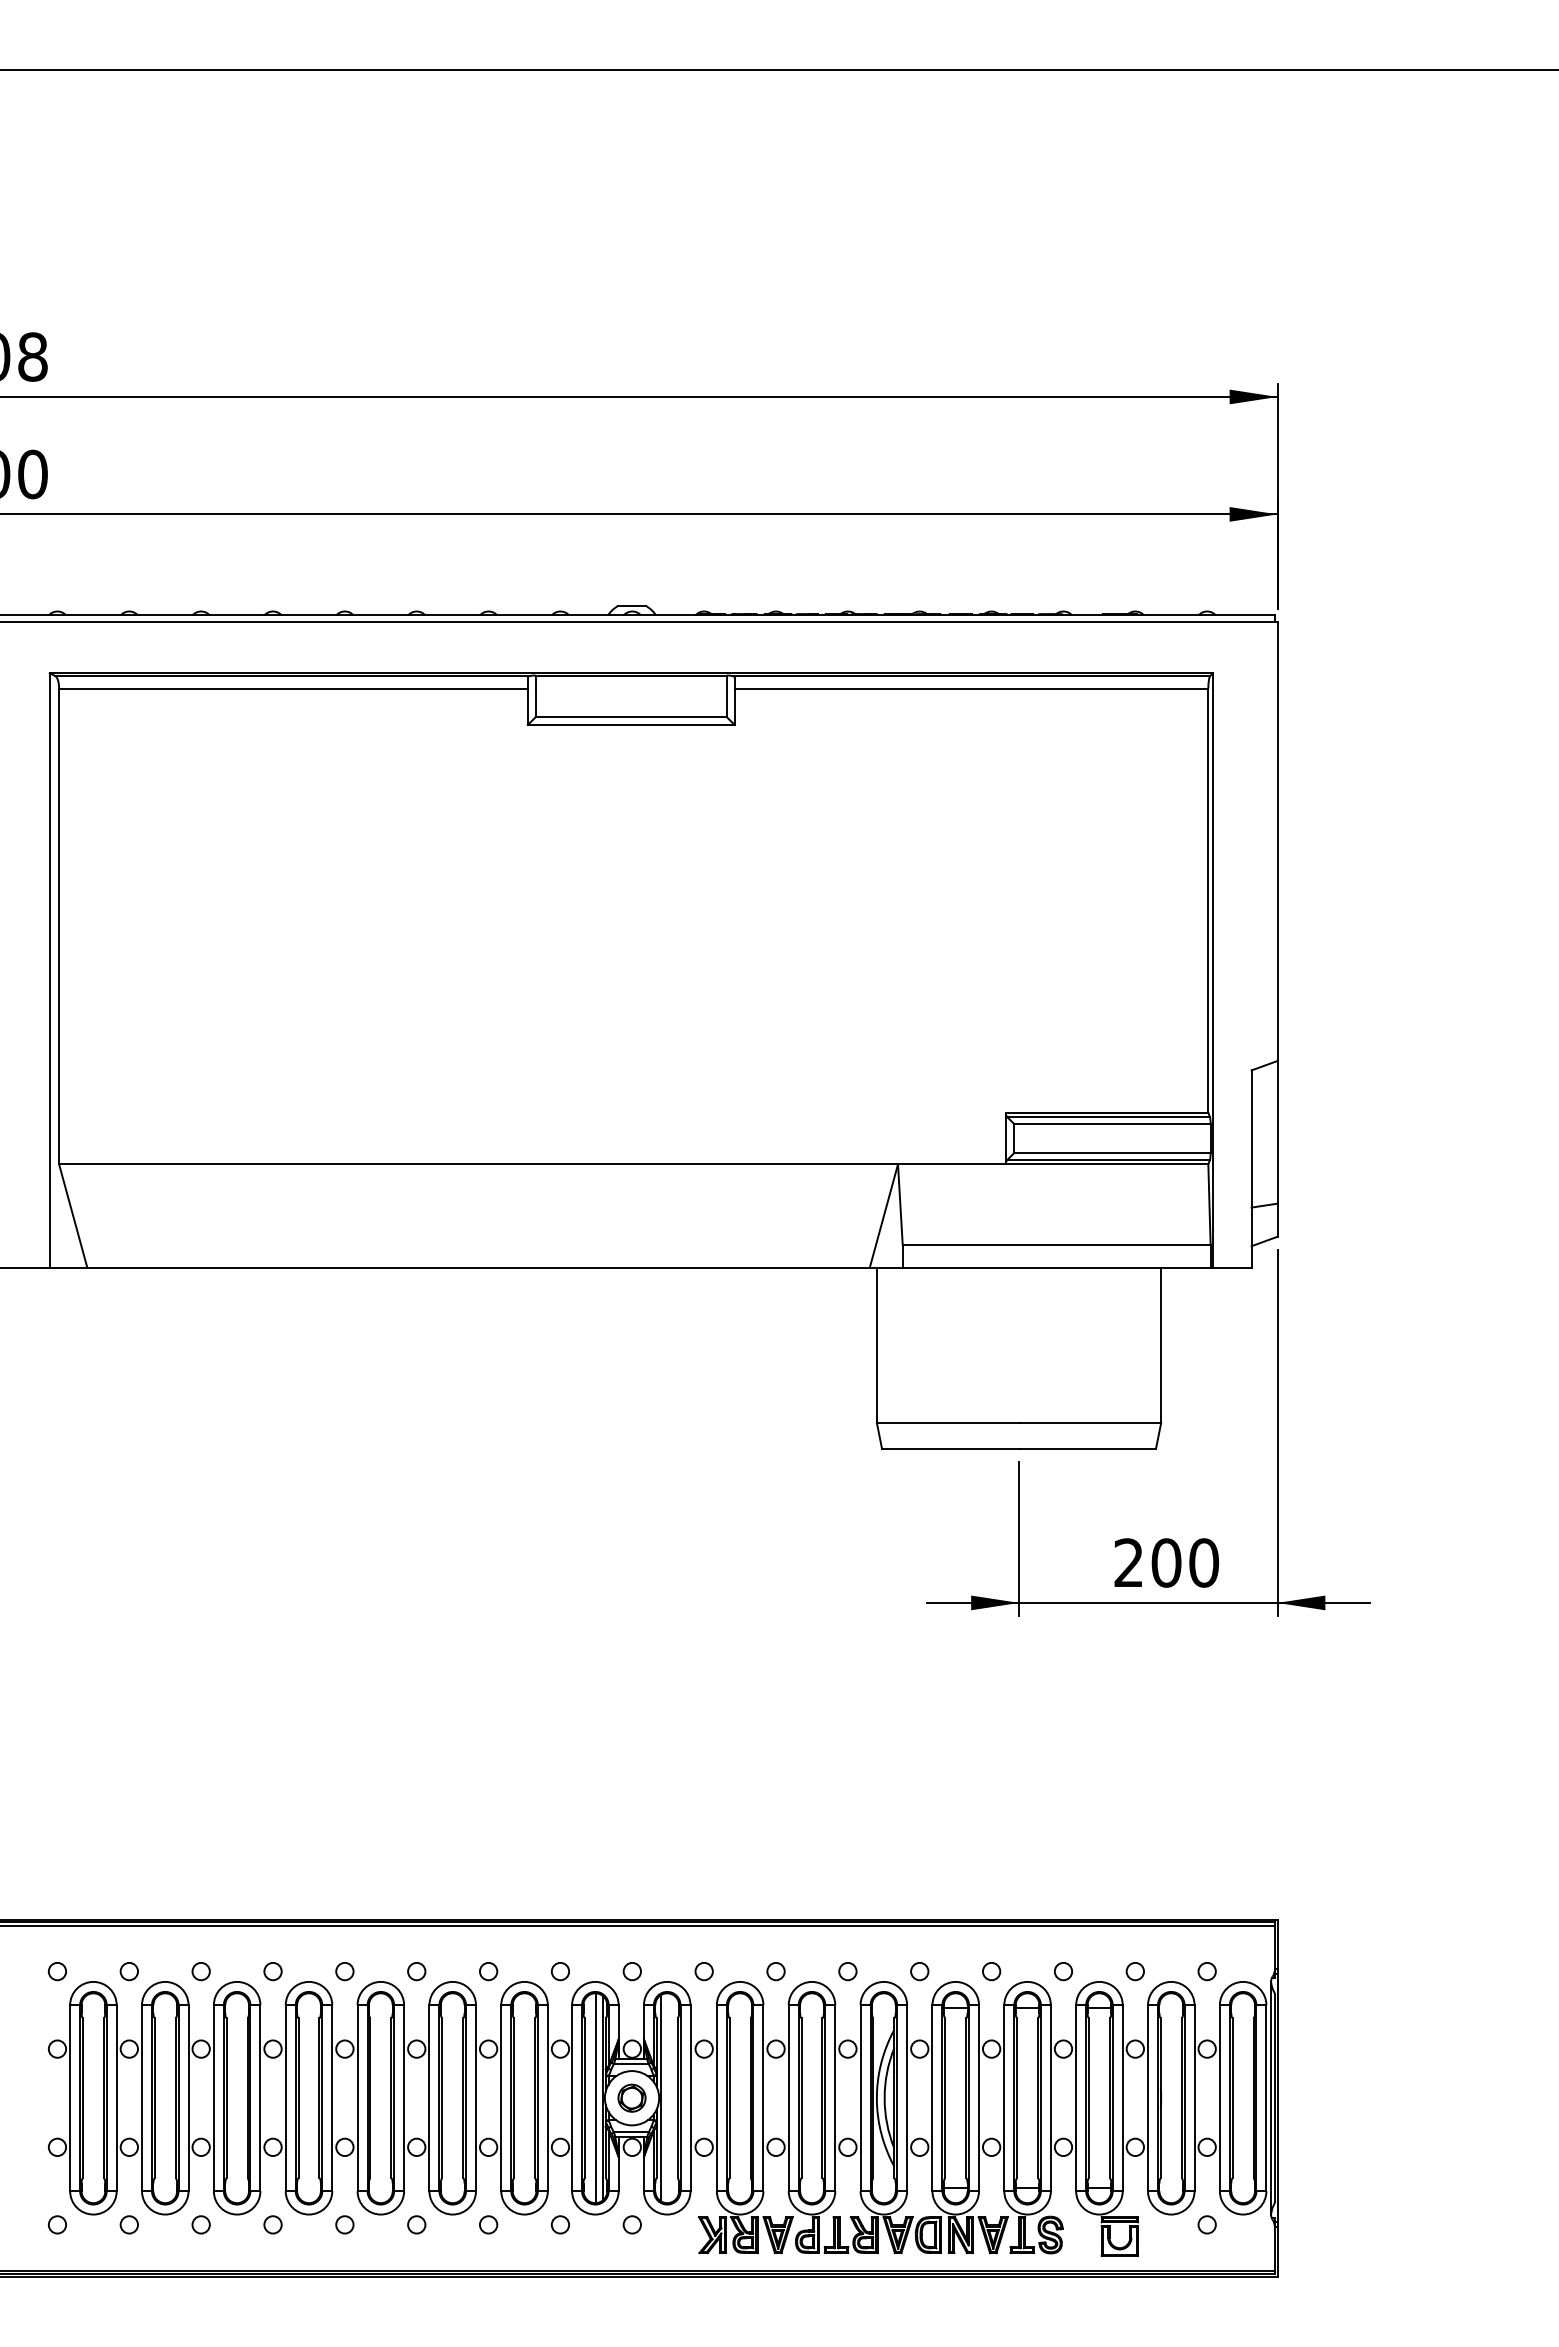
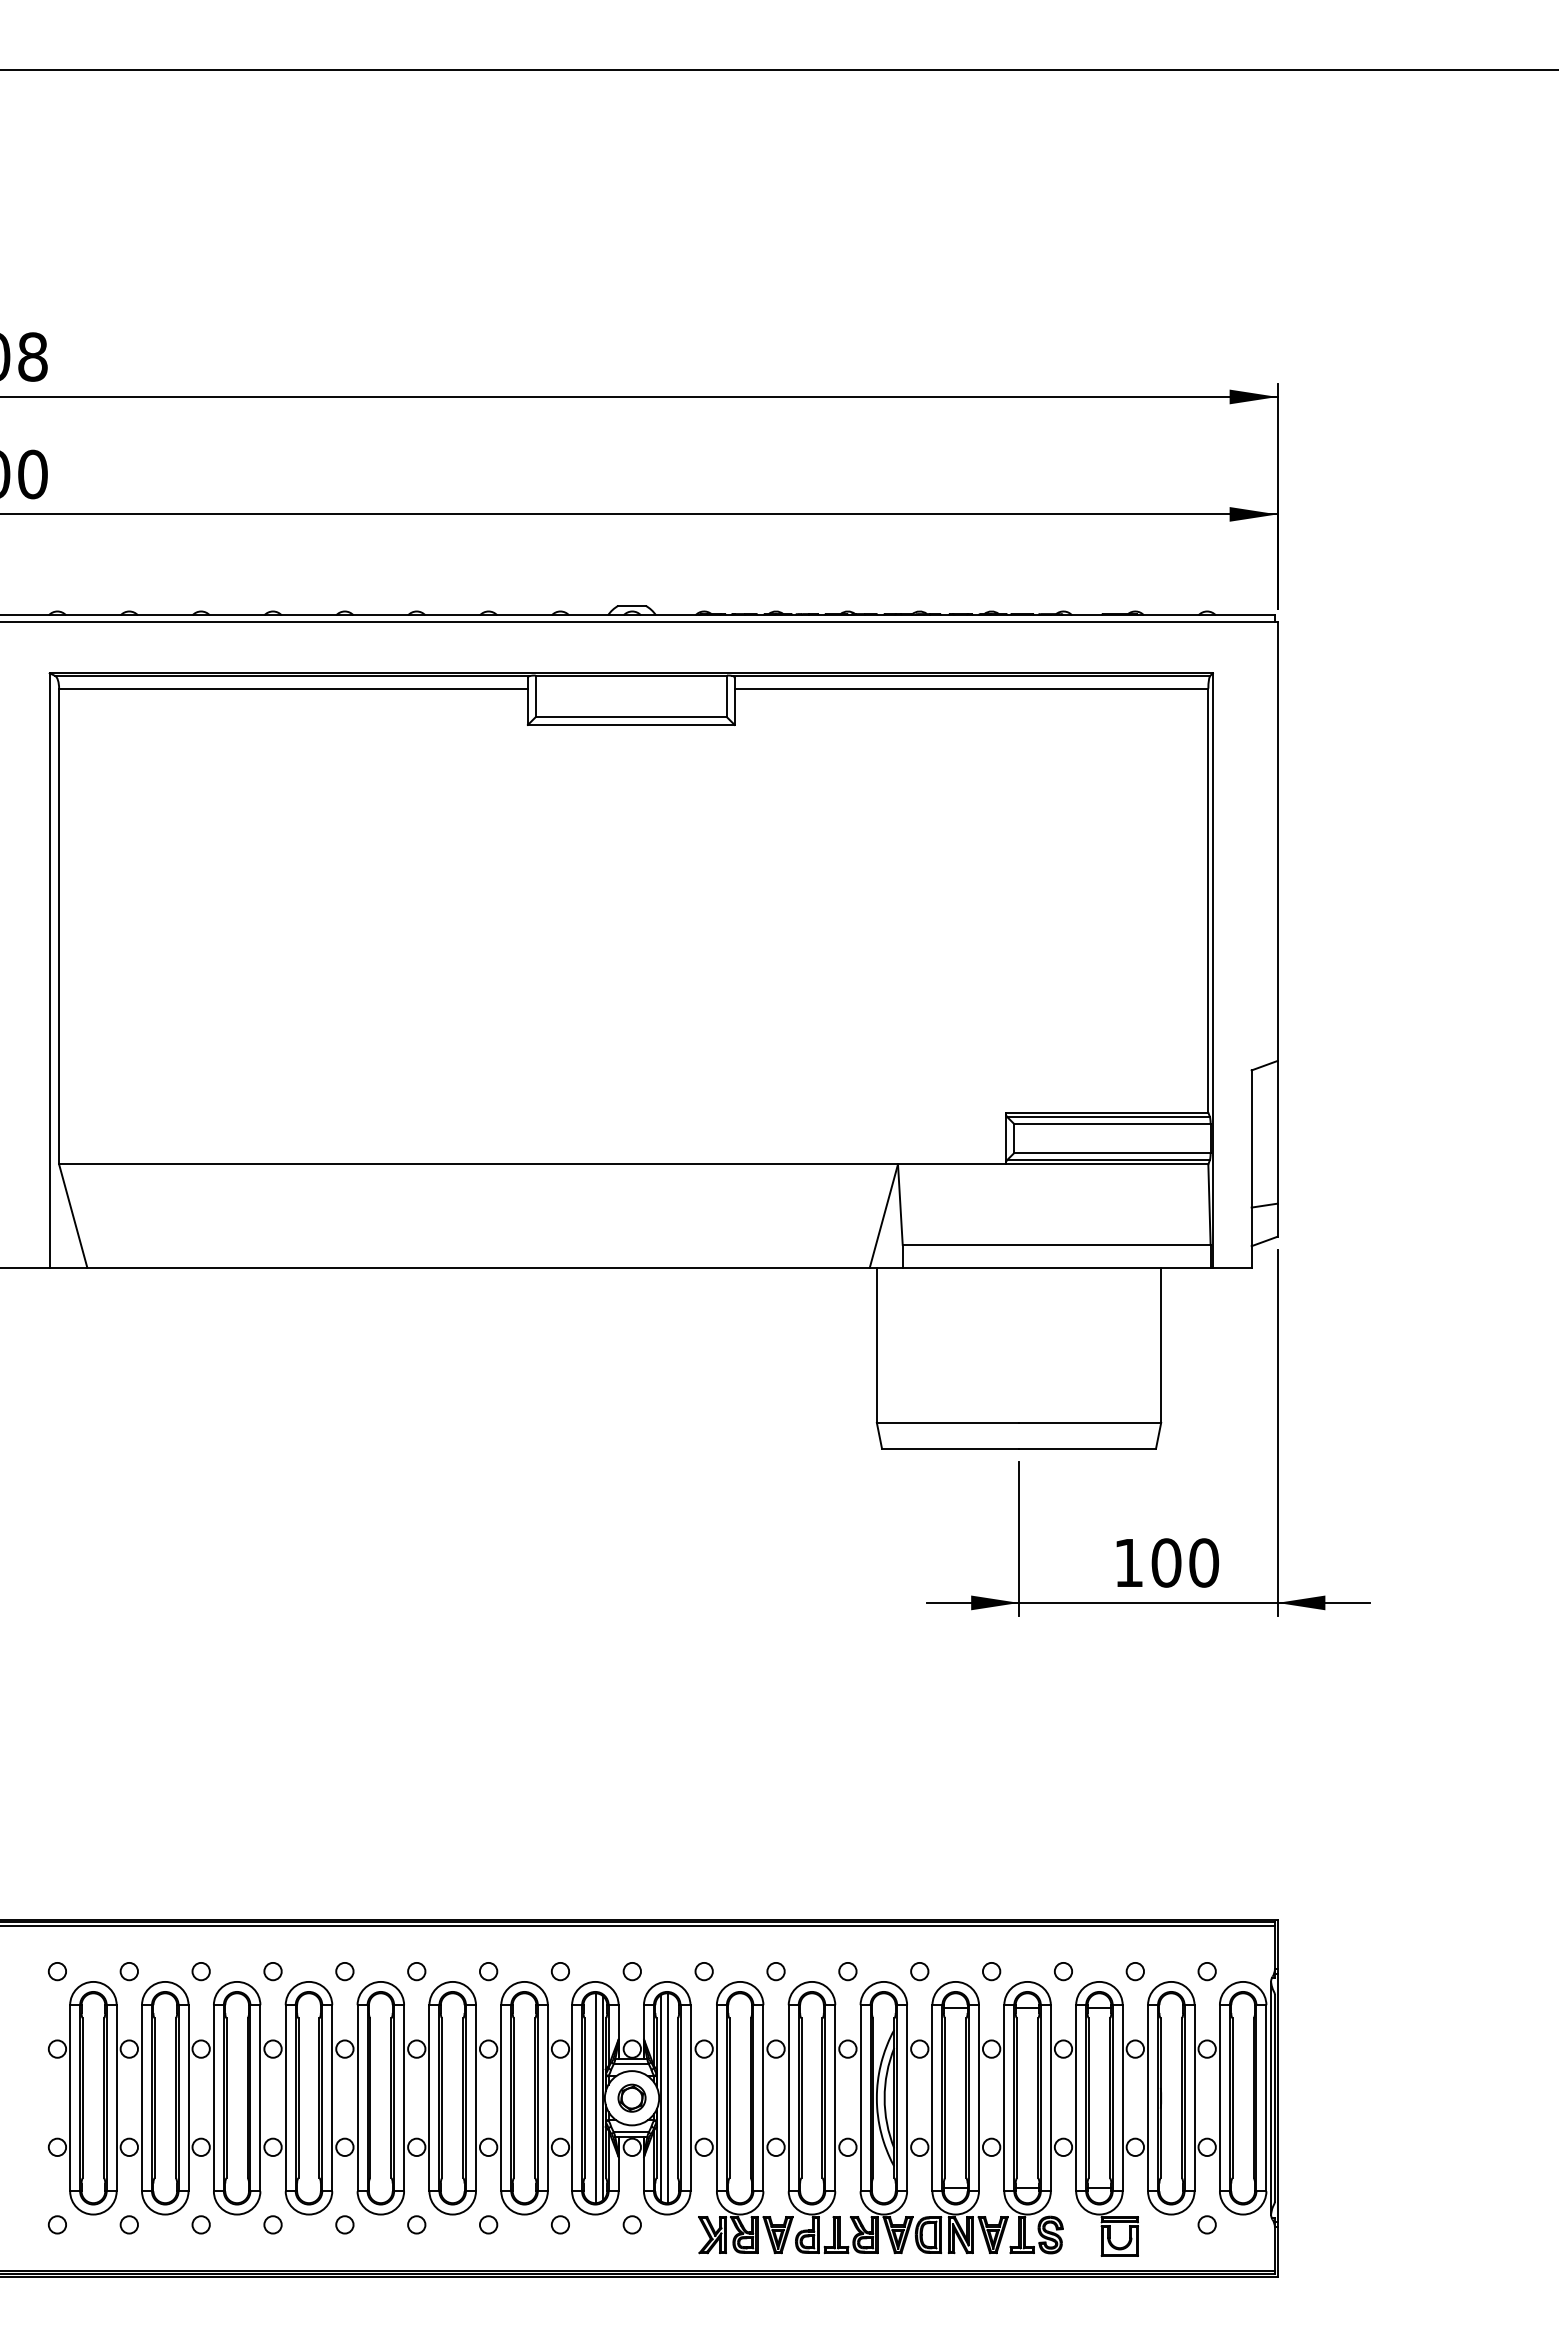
text at (1128, 1562): 200 -> 100
line at (668, 2098): none -> present
